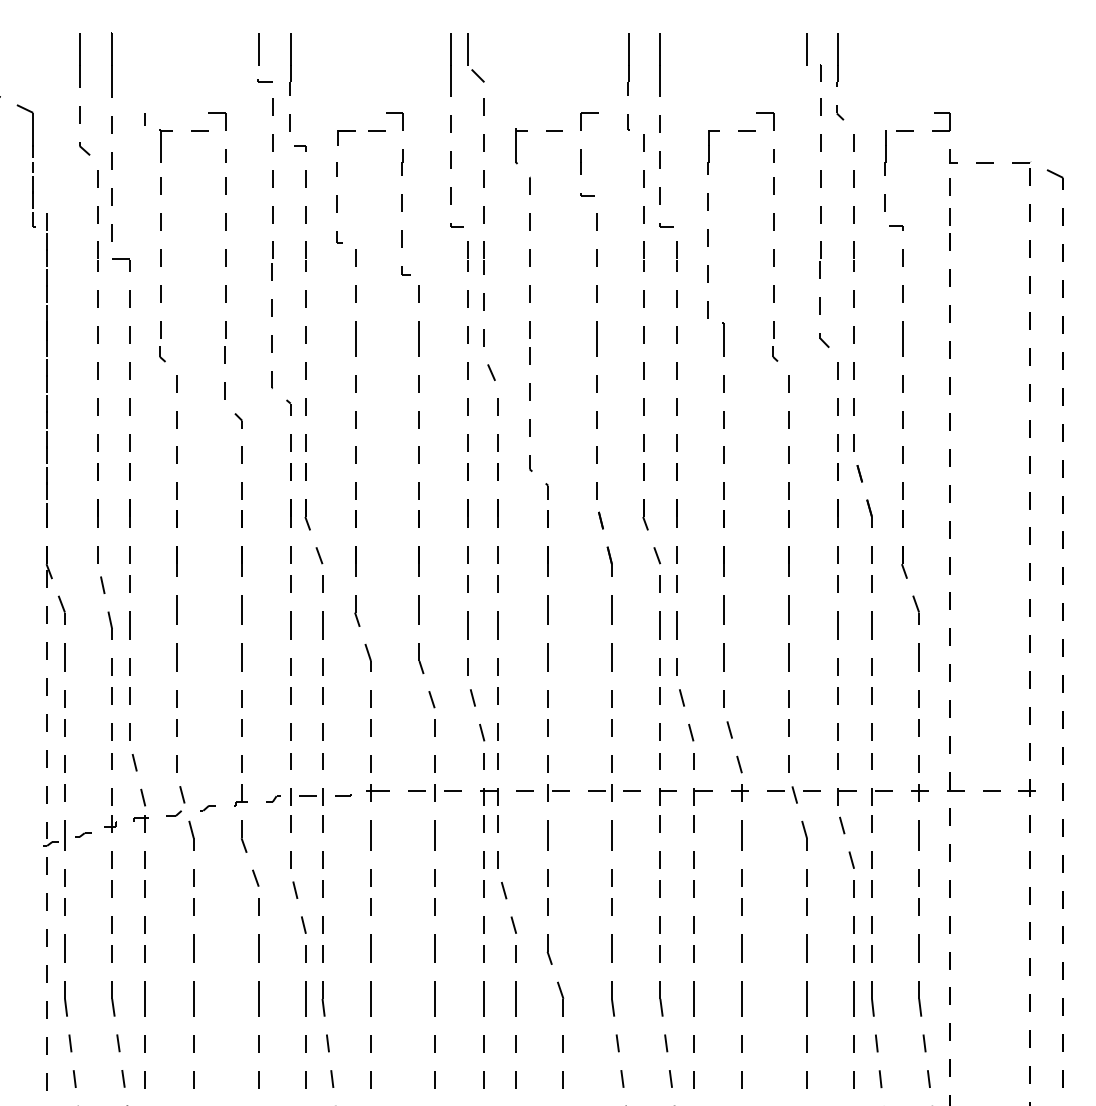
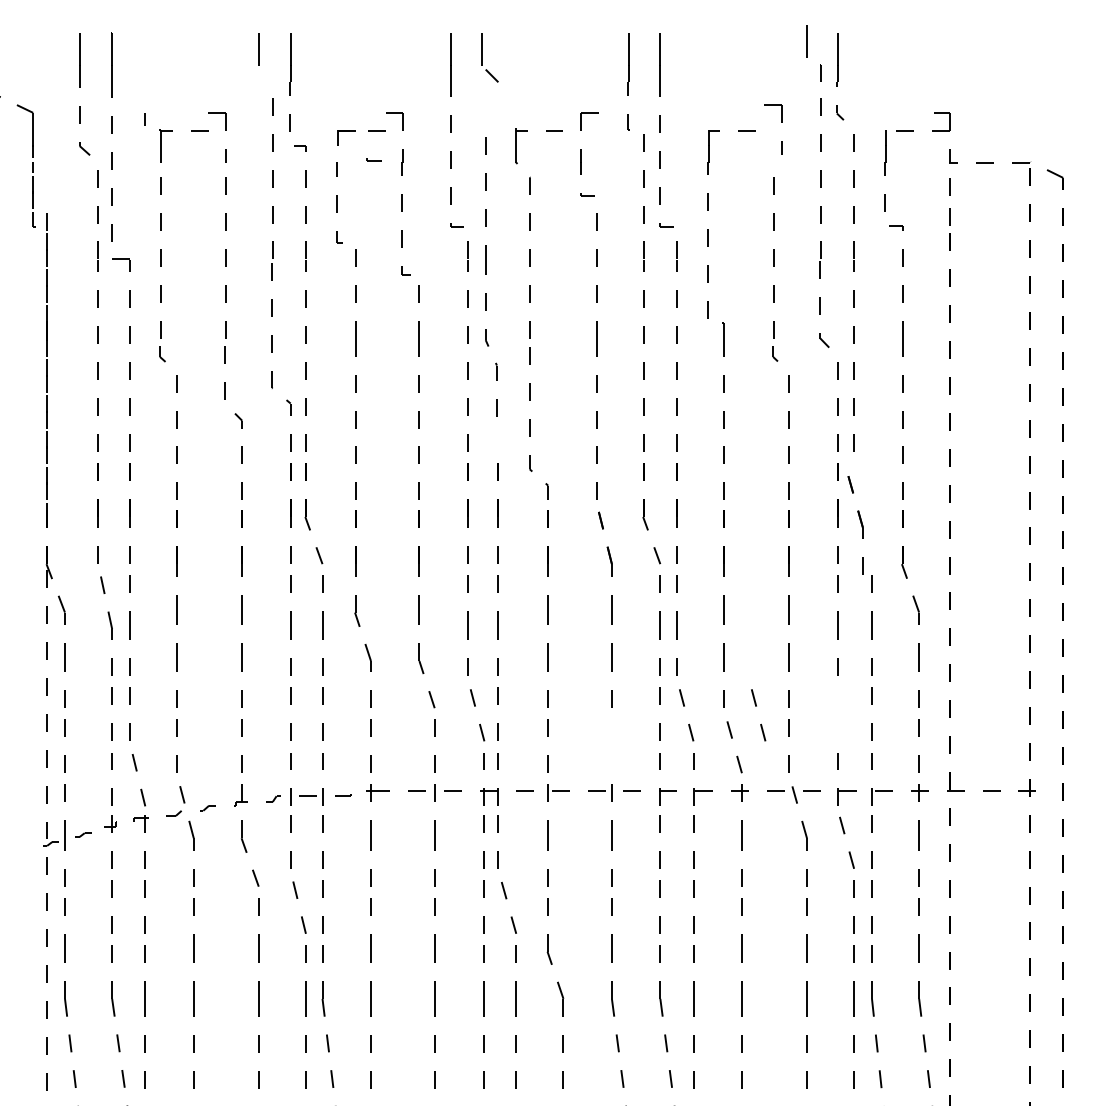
line at (806, 49) position: (806, 49) -> (806, 41)
part at (468, 57) position: (468, 57) -> (482, 57)
line at (264, 81) position: (264, 81) -> (373, 160)
part at (773, 130) position: (773, 130) -> (781, 122)
part at (490, 274) size: 16x354 px -> 13x280 px
part at (864, 514) position: (864, 514) -> (855, 525)
line at (837, 704): present -> none
line at (761, 723): none -> present
line at (611, 736): present -> none
